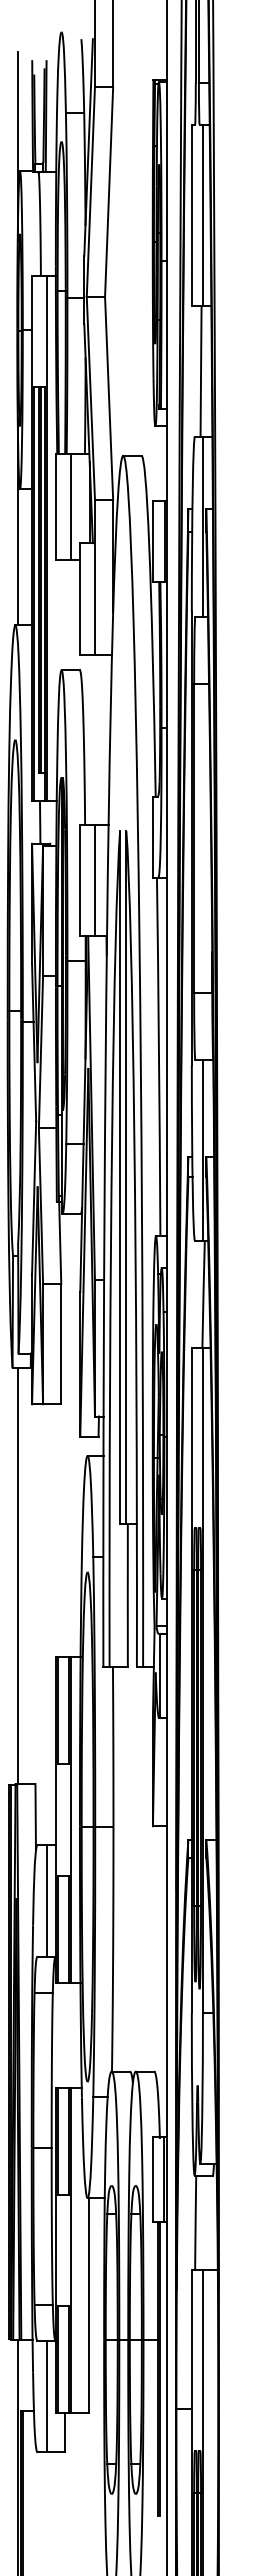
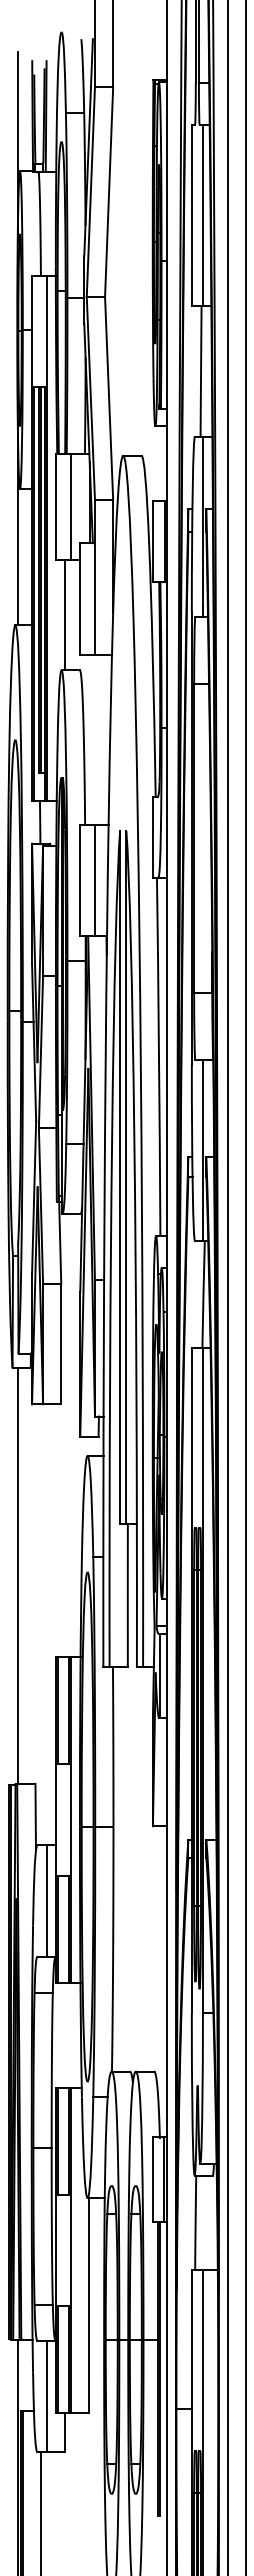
line at (64, 615): none -> present
line at (228, 1287): none -> present
line at (246, 1287): none -> present
line at (40, 2512): none -> present
